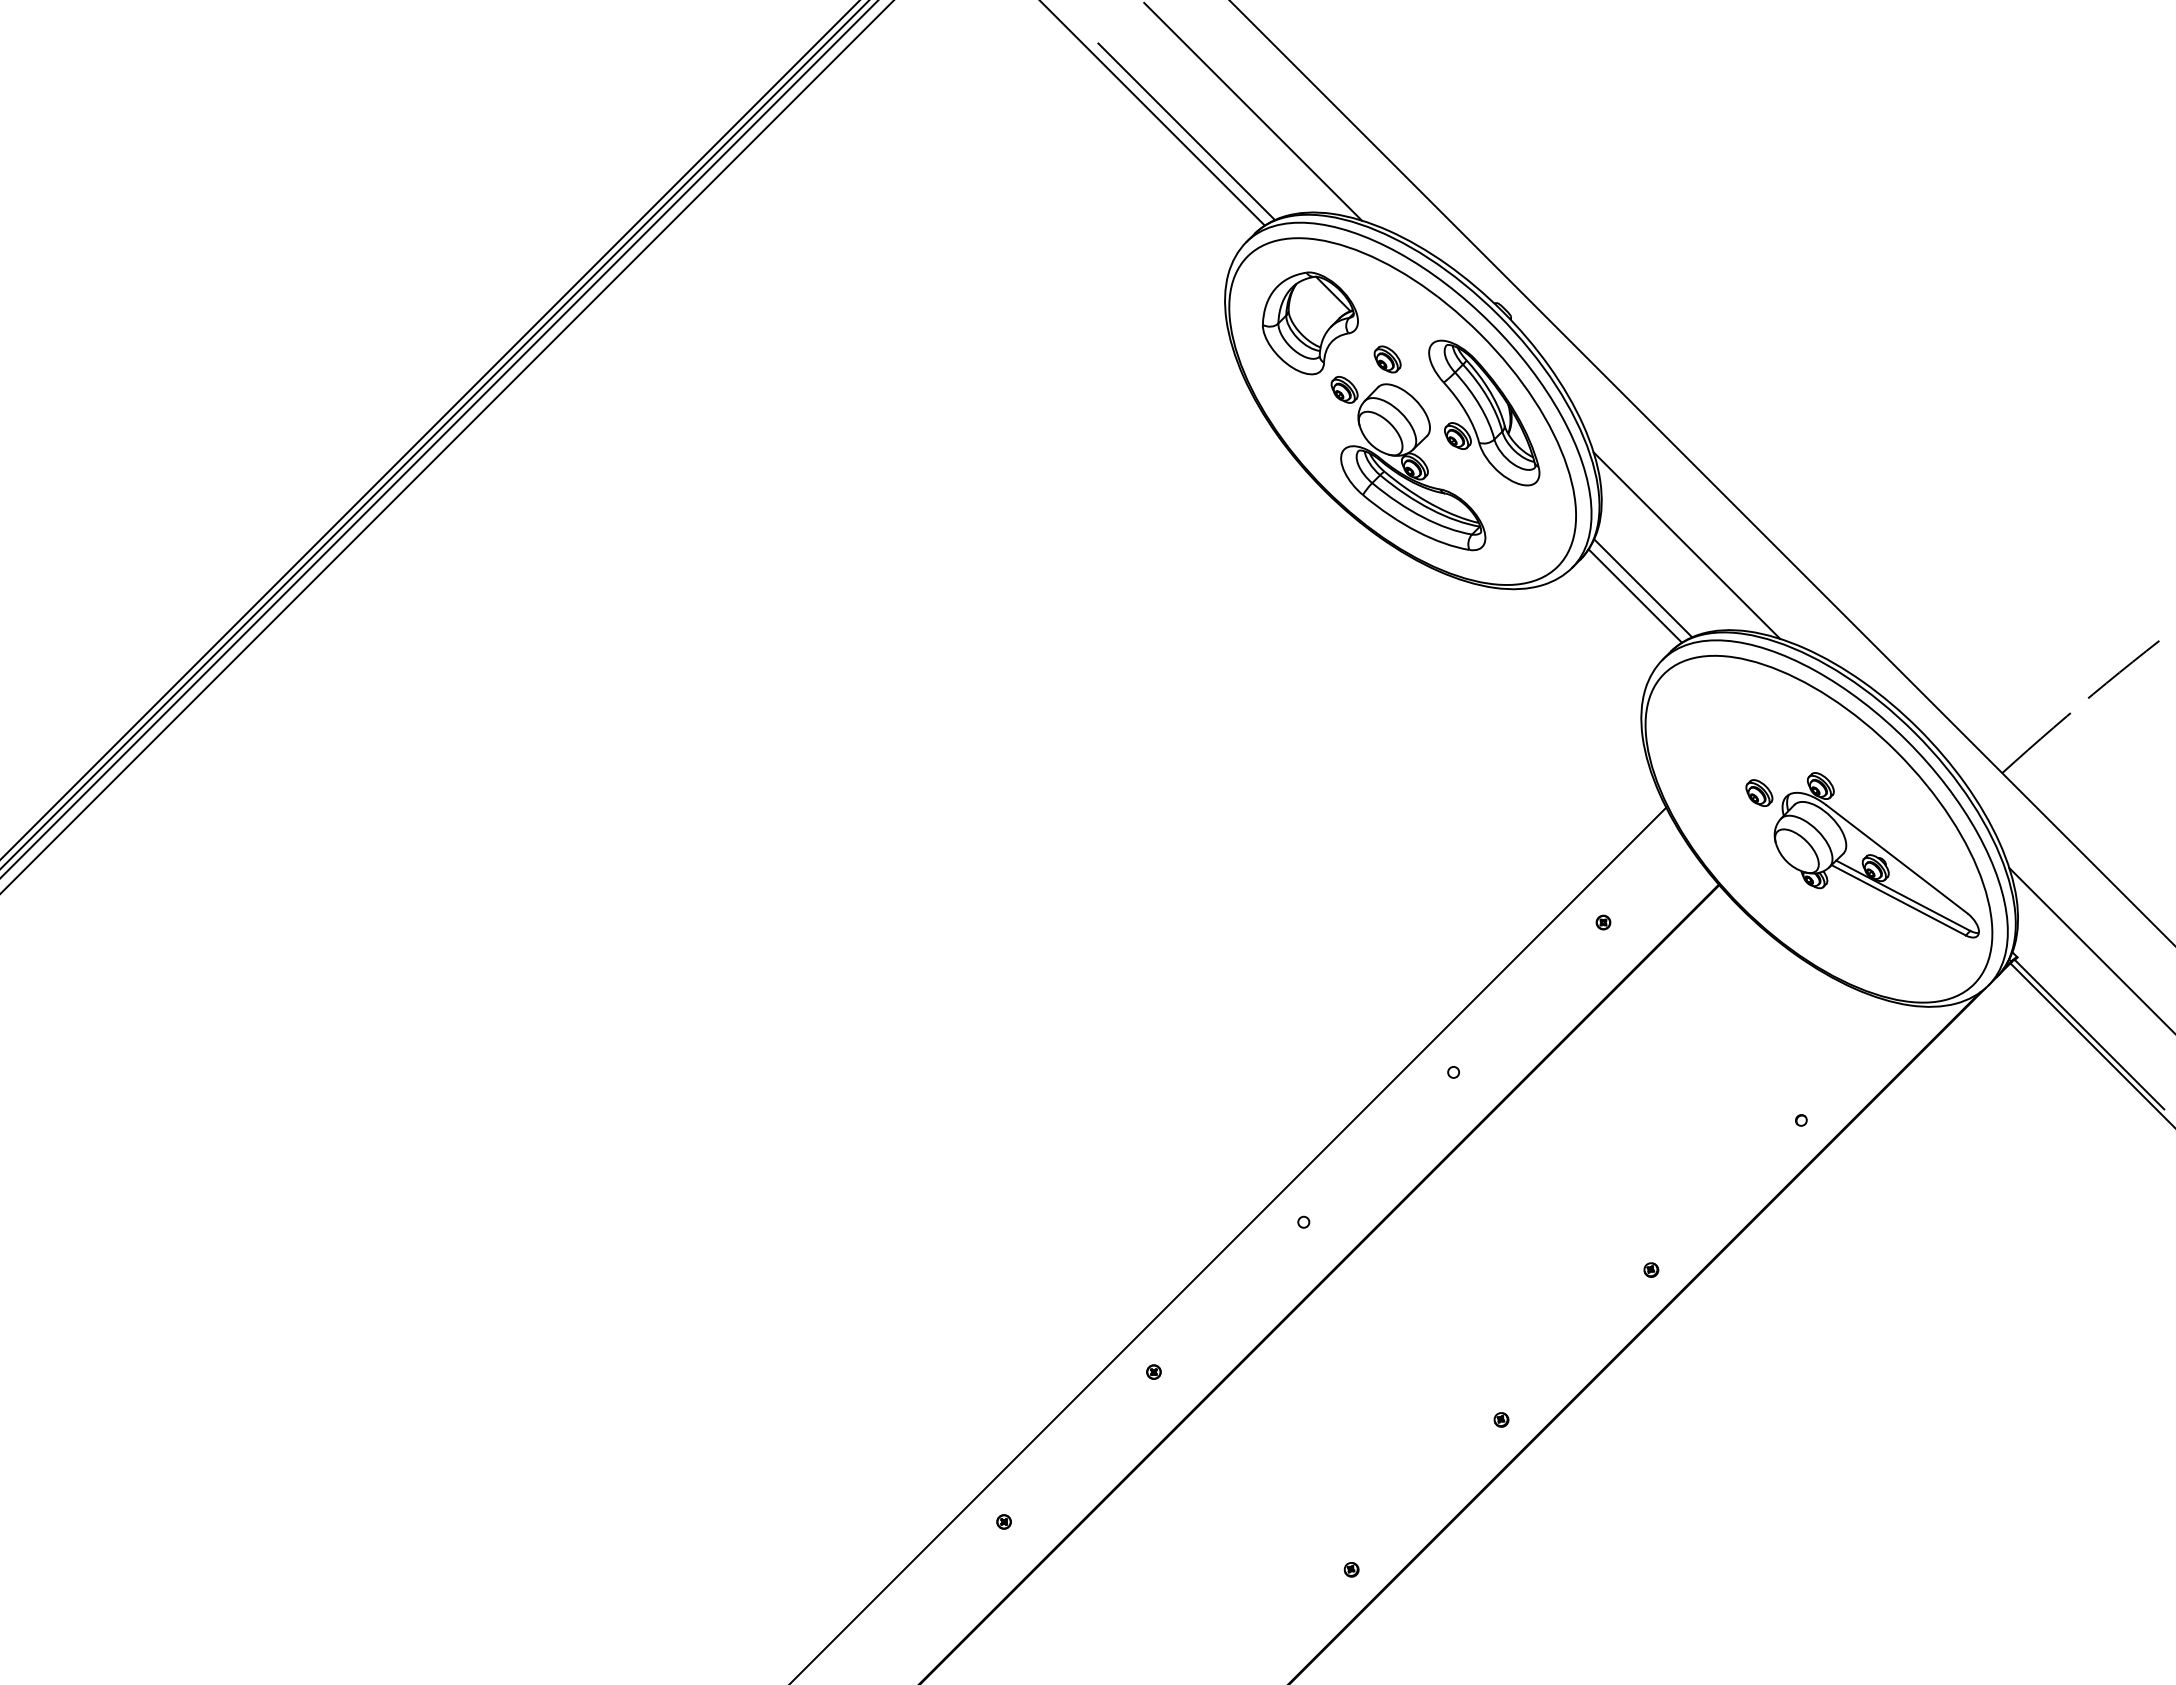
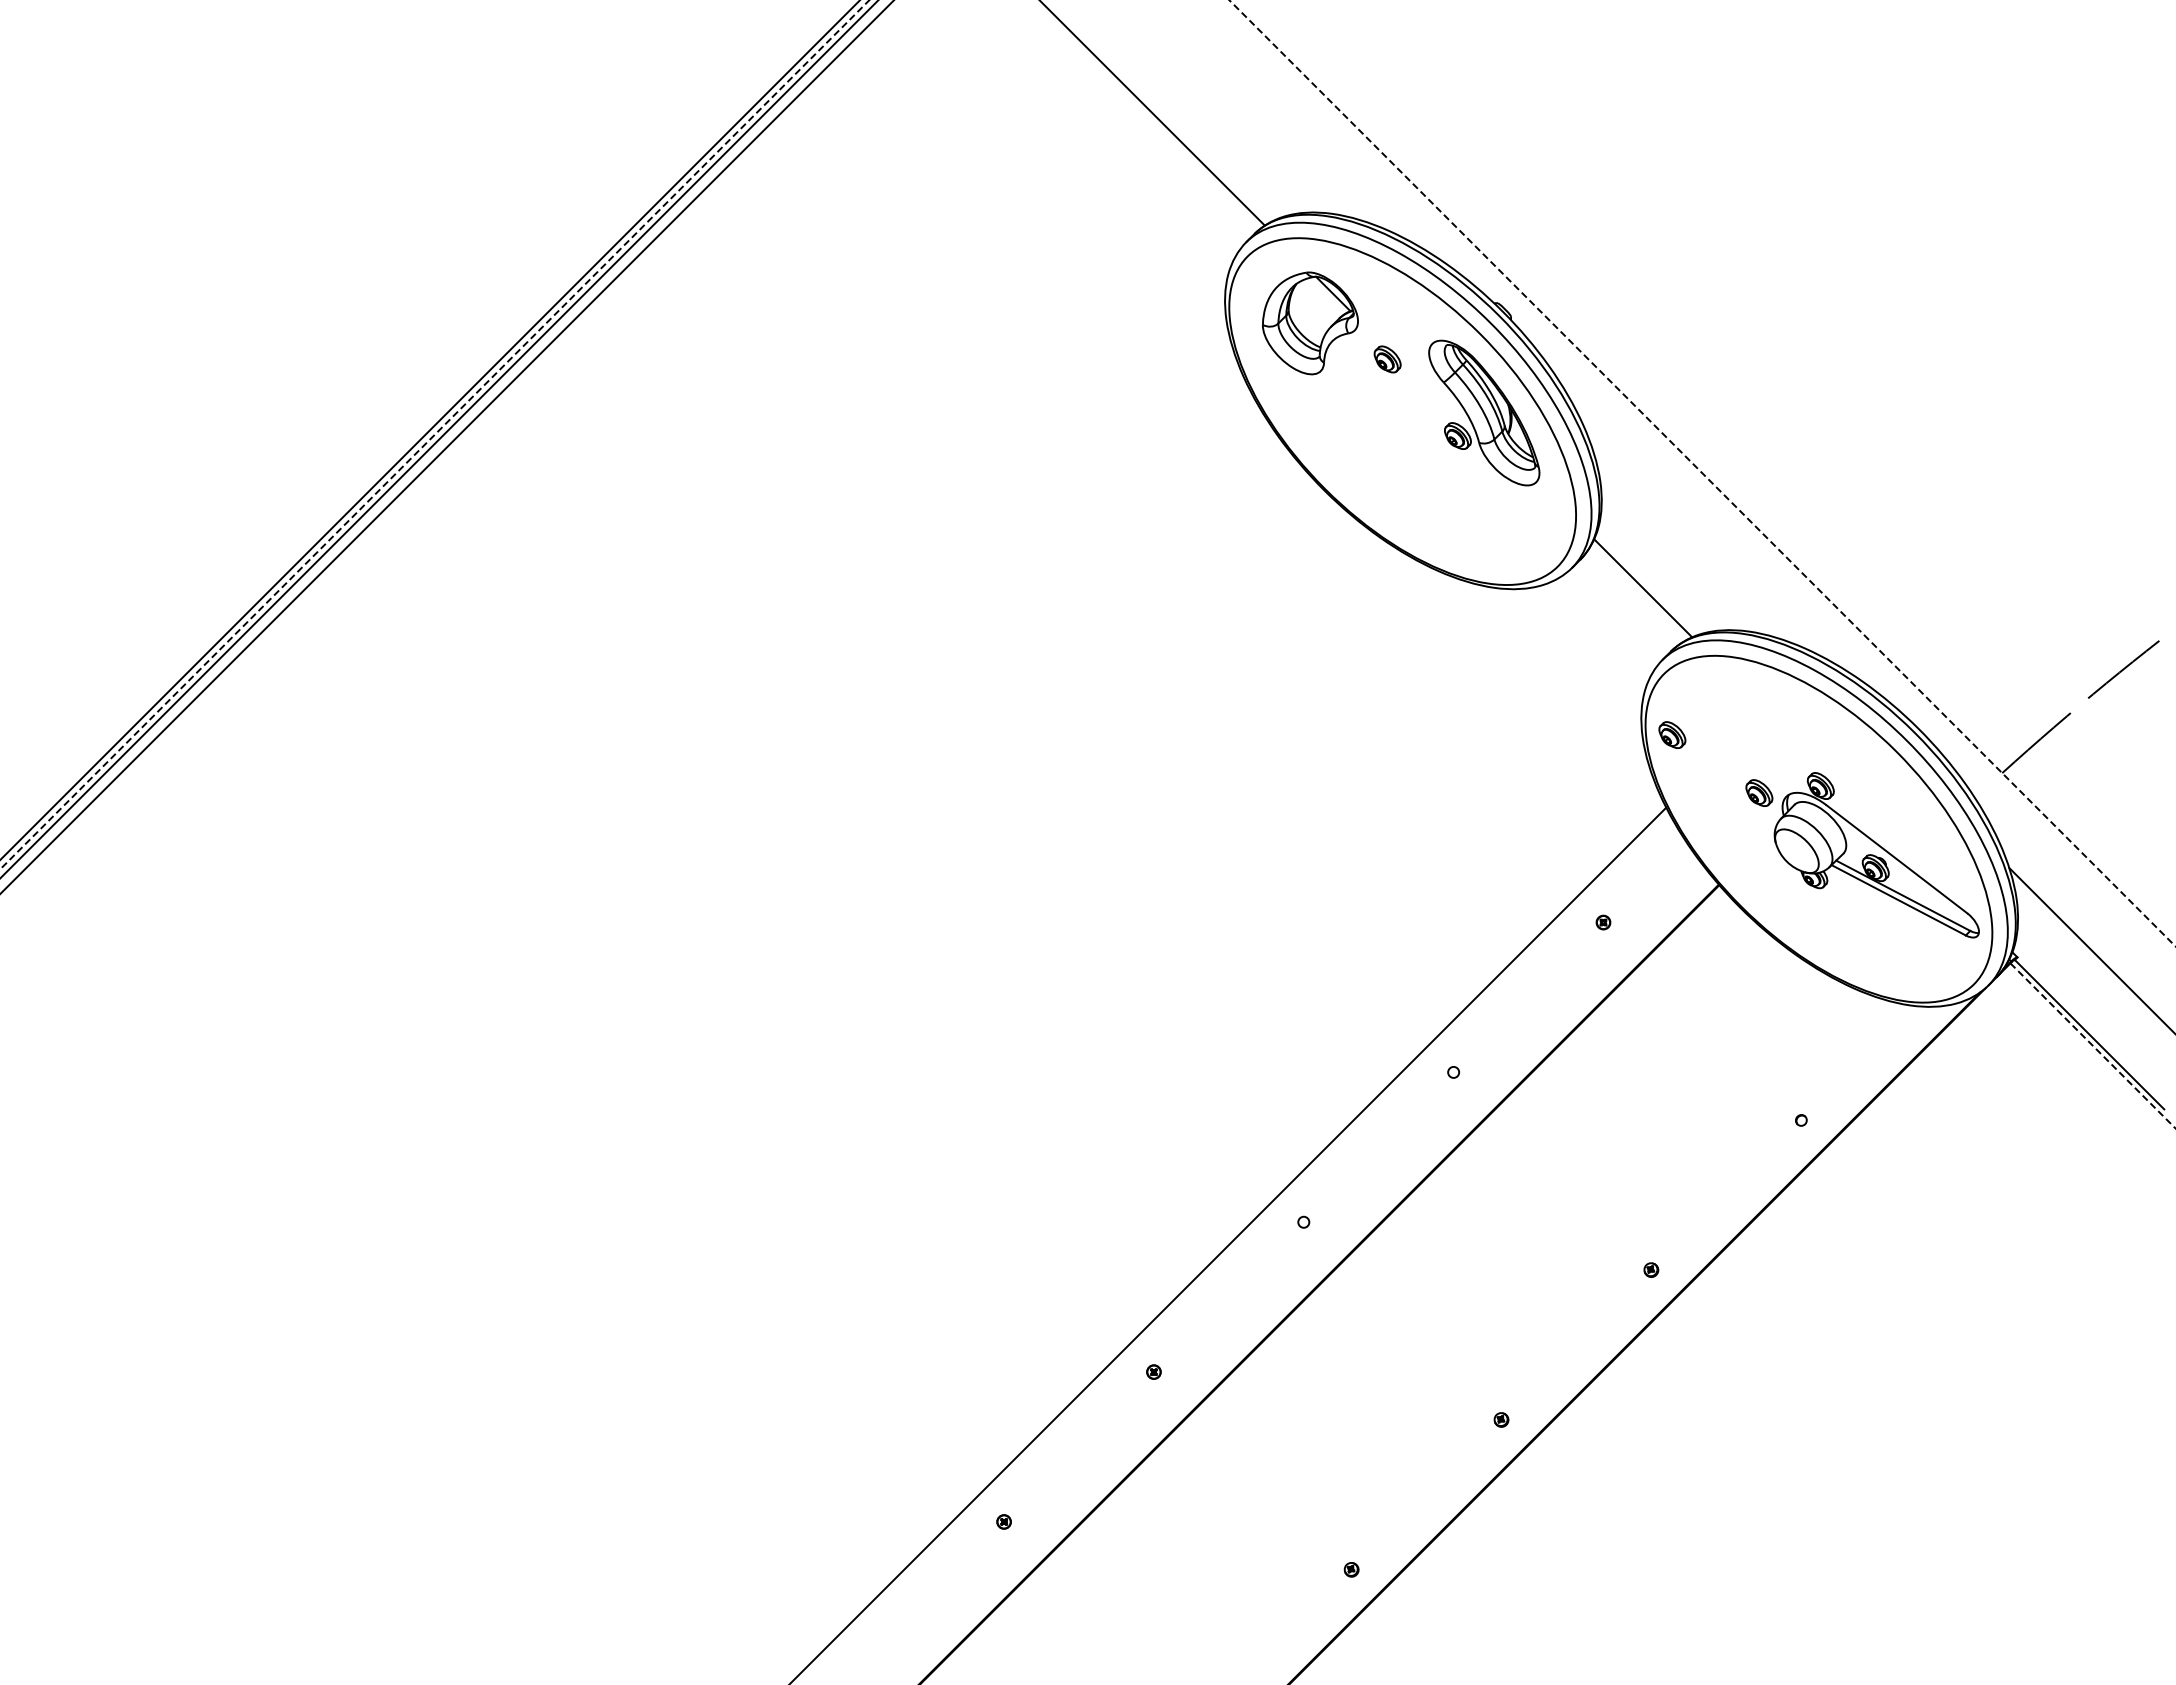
line at (1252, 111): present -> none
line at (1186, 131): present -> none
line at (434, 434): solid -> dashed
part at (1408, 463): present -> none
line at (1702, 473): solid -> dashed
line at (1686, 545): present -> none
line at (1634, 595): present -> none
part at (1672, 734): none -> present
line at (2093, 1046): solid -> dashed
